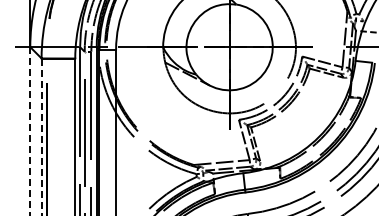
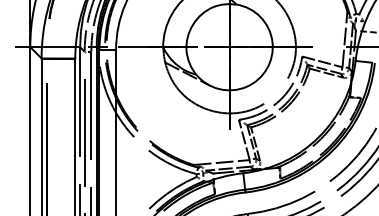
line at (30, 131): dashed -> solid
line at (41, 137): dashed -> solid
